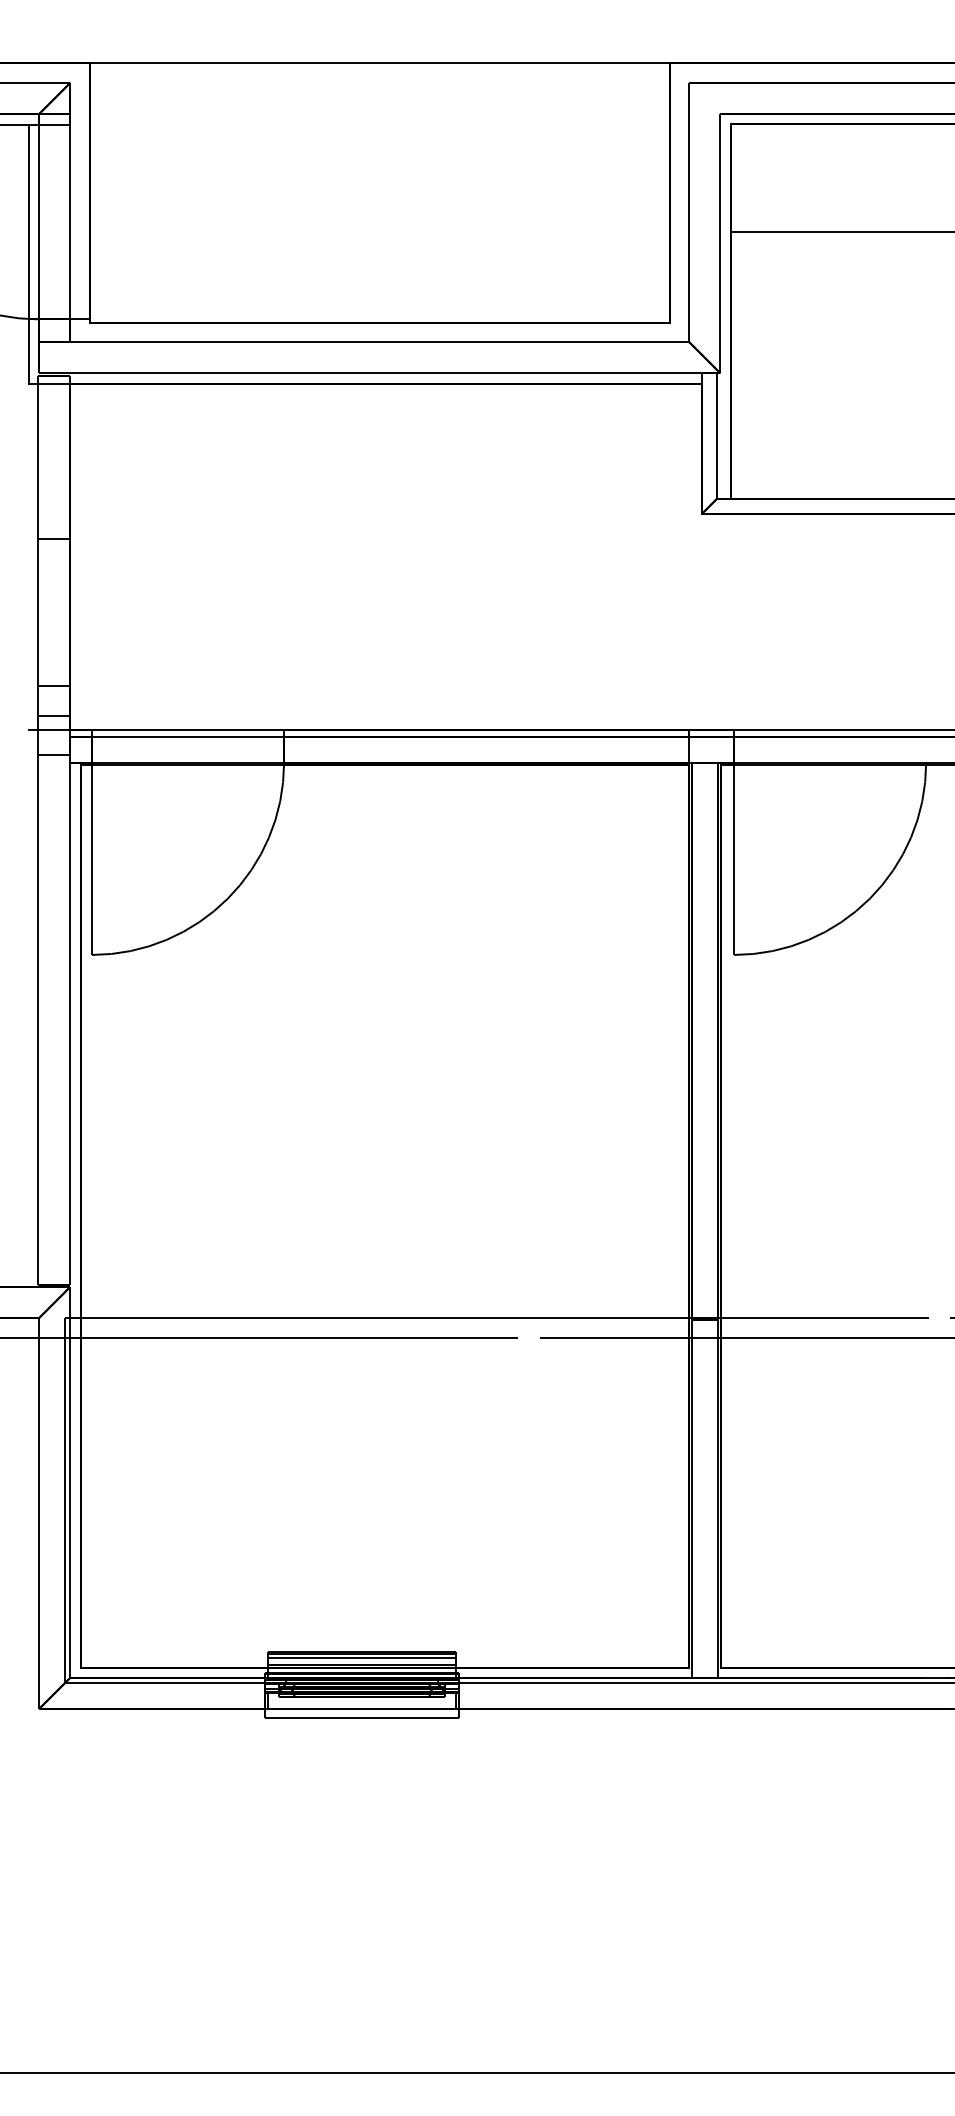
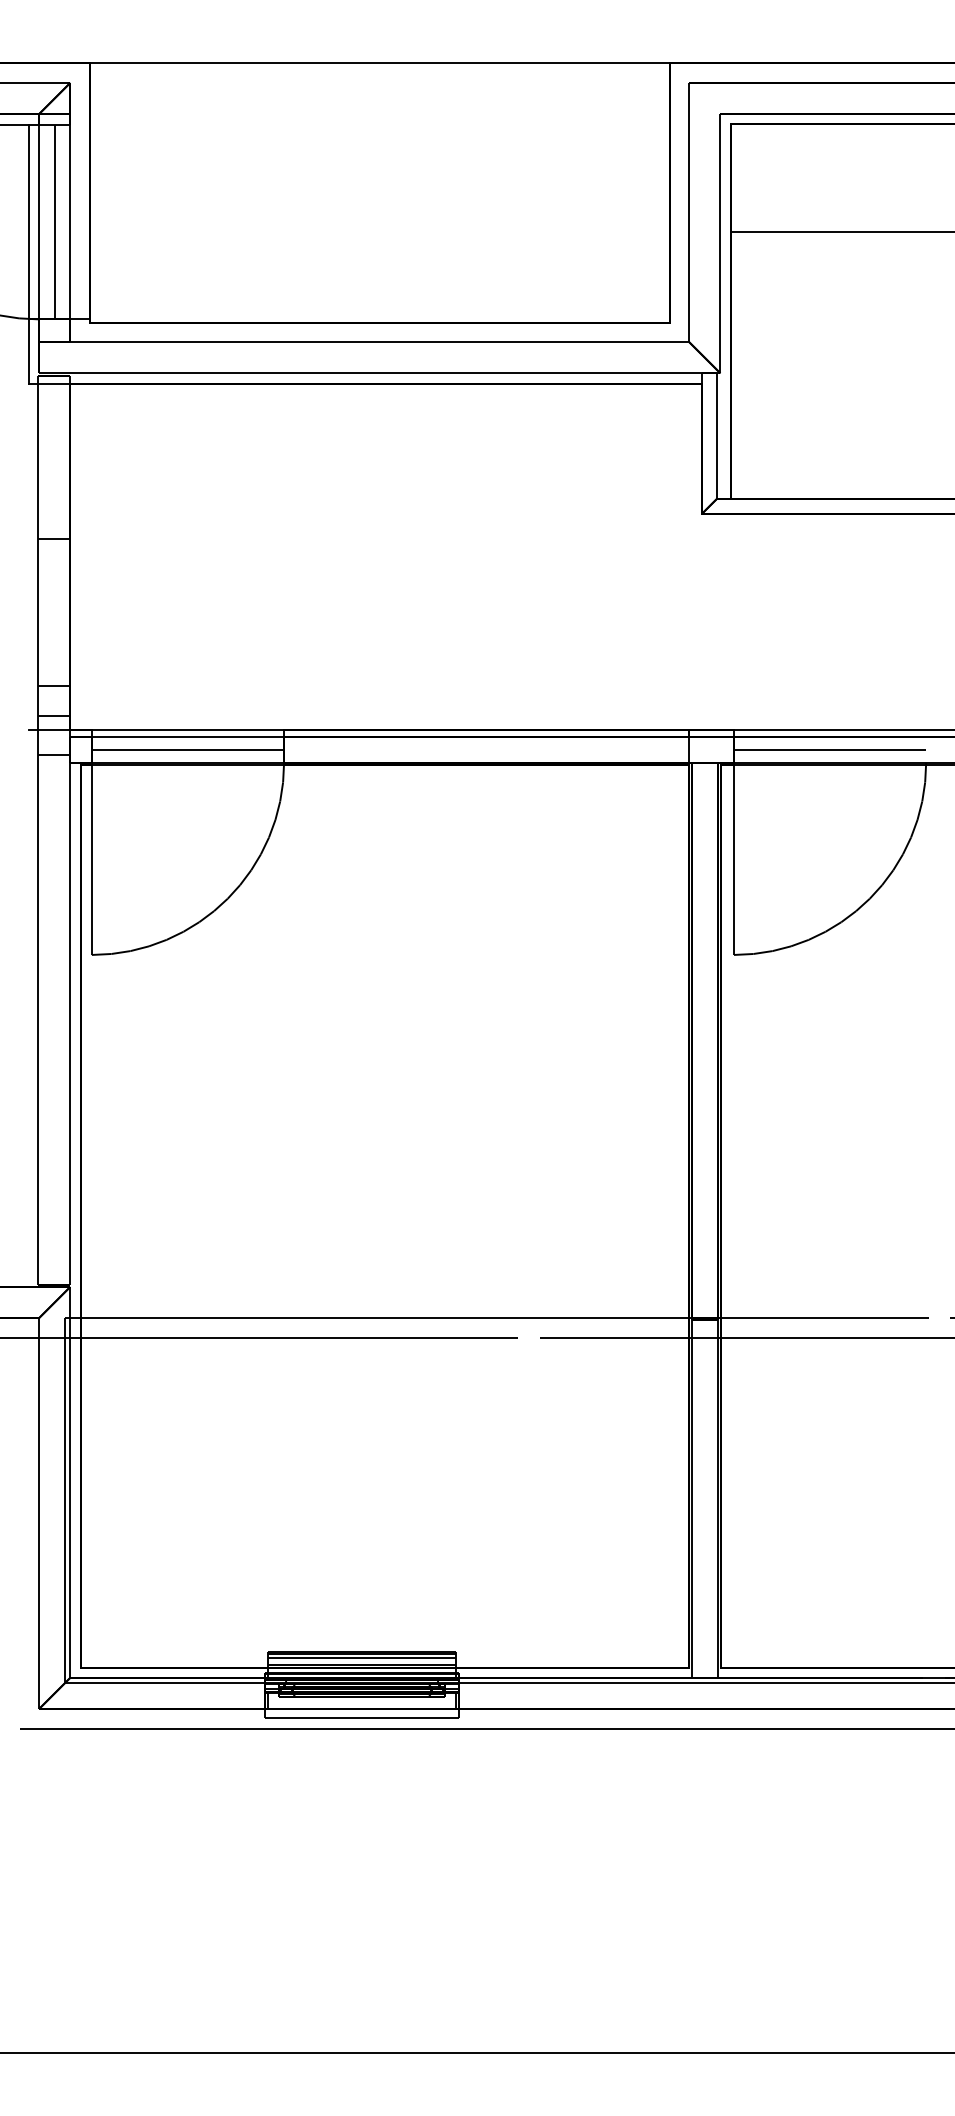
line at (54, 222): none -> present
line at (187, 749): none -> present
line at (829, 749): none -> present
line at (485, 1728): none -> present
line at (476, 2072) position: (476, 2072) -> (476, 2052)
